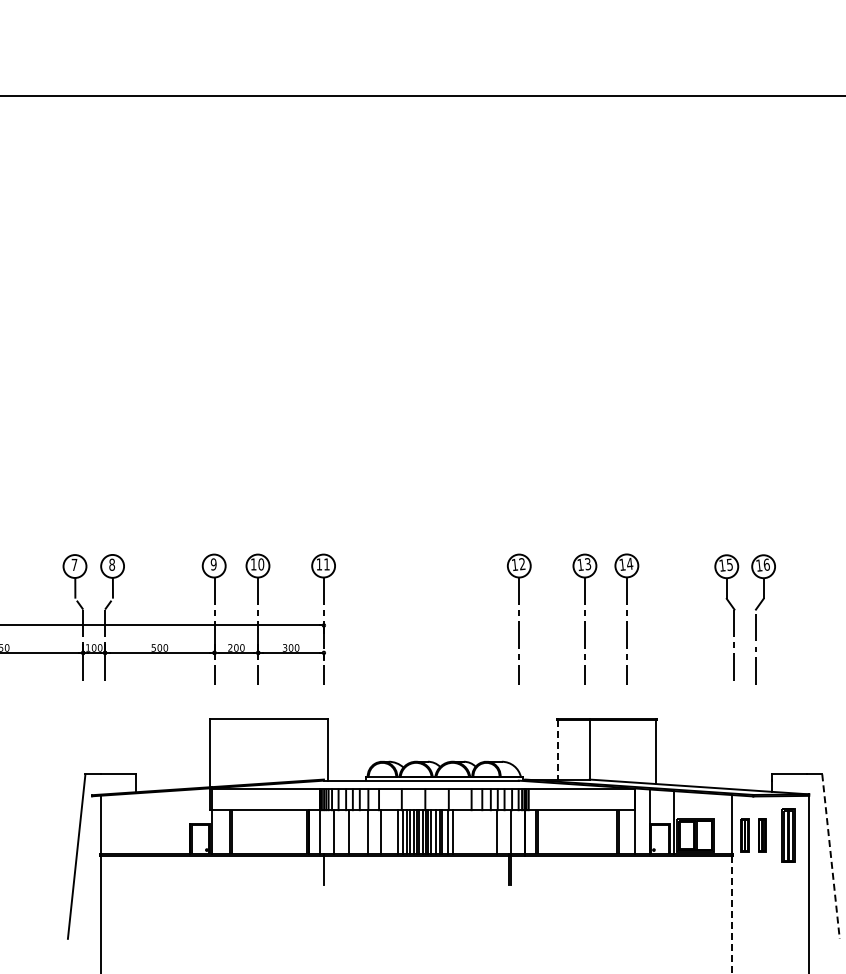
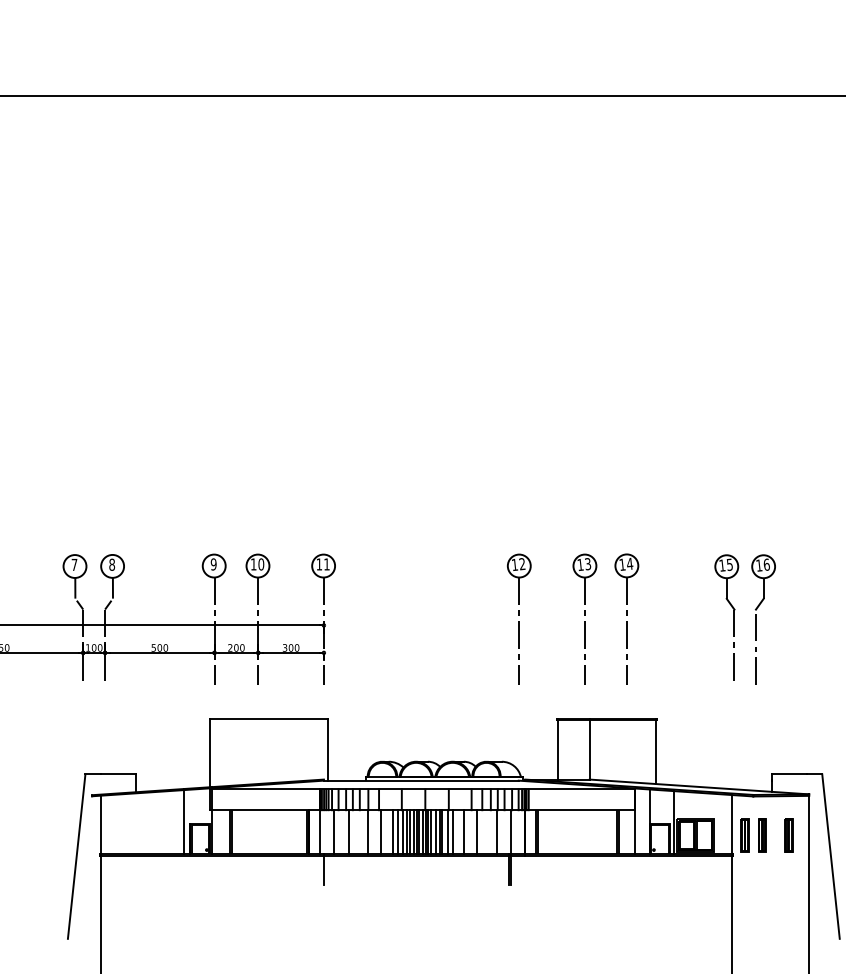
line at (557, 749): dashed -> solid
line at (183, 821): none -> present
line at (392, 832): none -> present
line at (464, 832): none -> present
line at (476, 832): none -> present
part at (788, 835) size: 15x55 px -> 10x35 px
line at (831, 856): dashed -> solid
line at (732, 914): dashed -> solid
